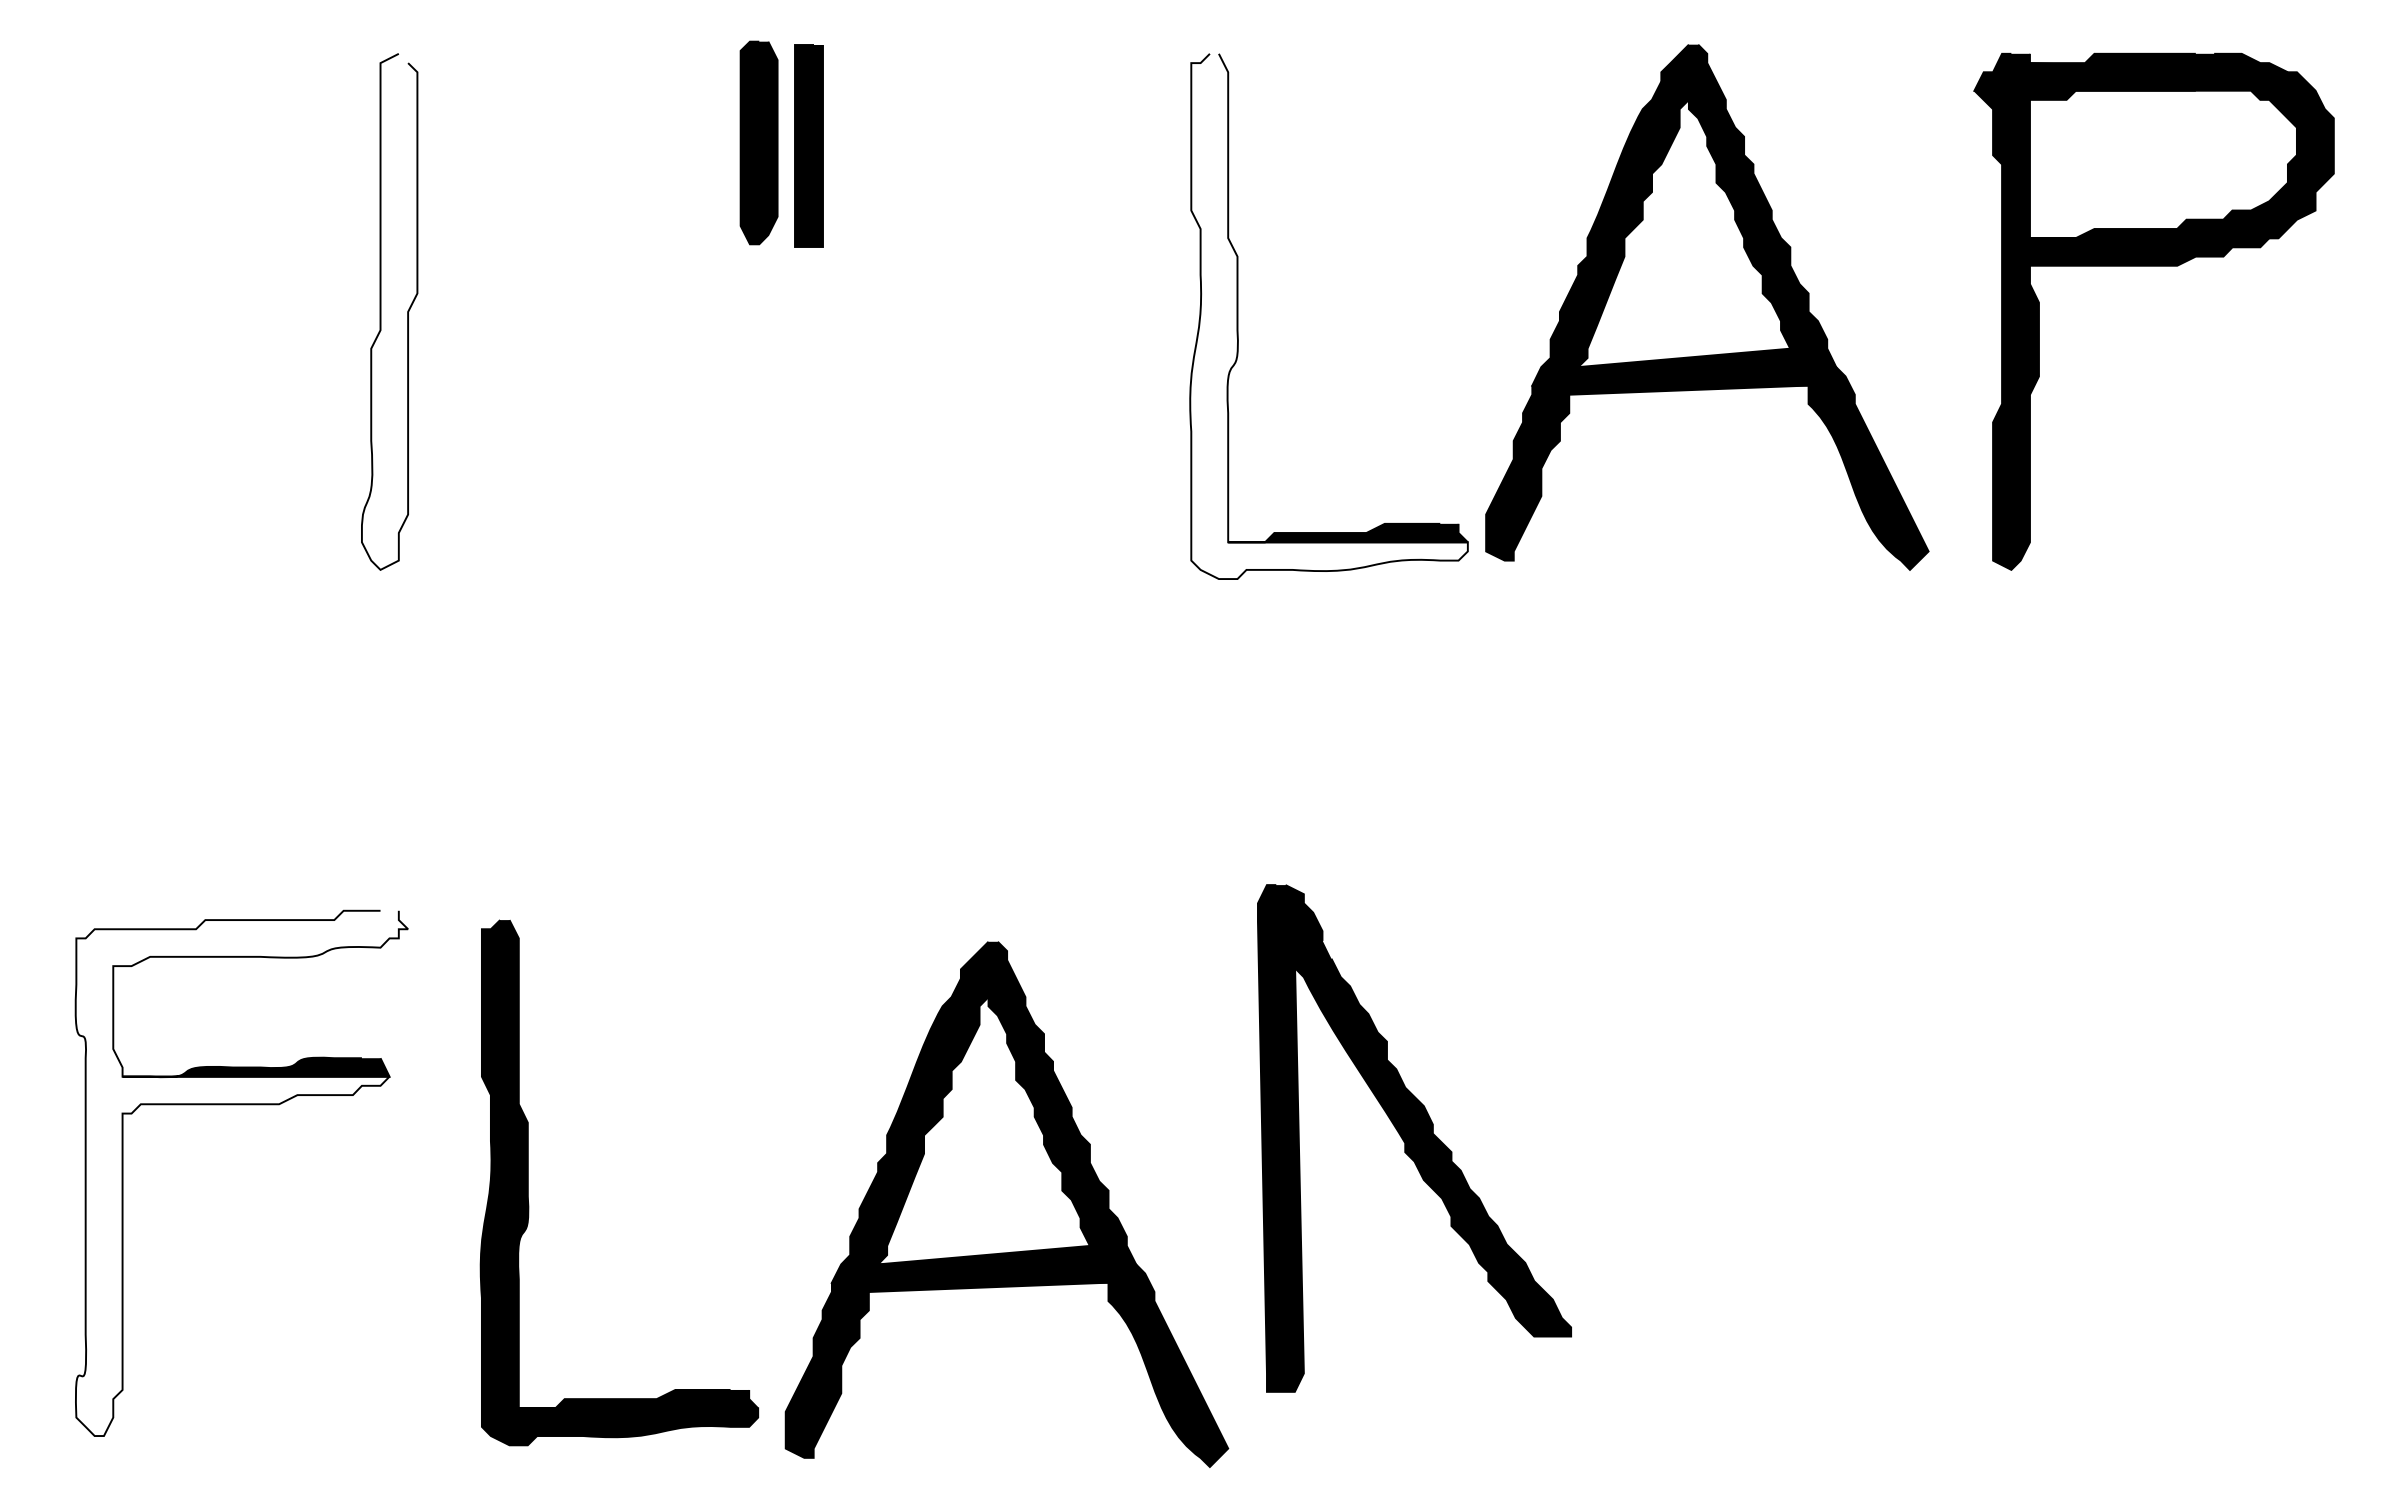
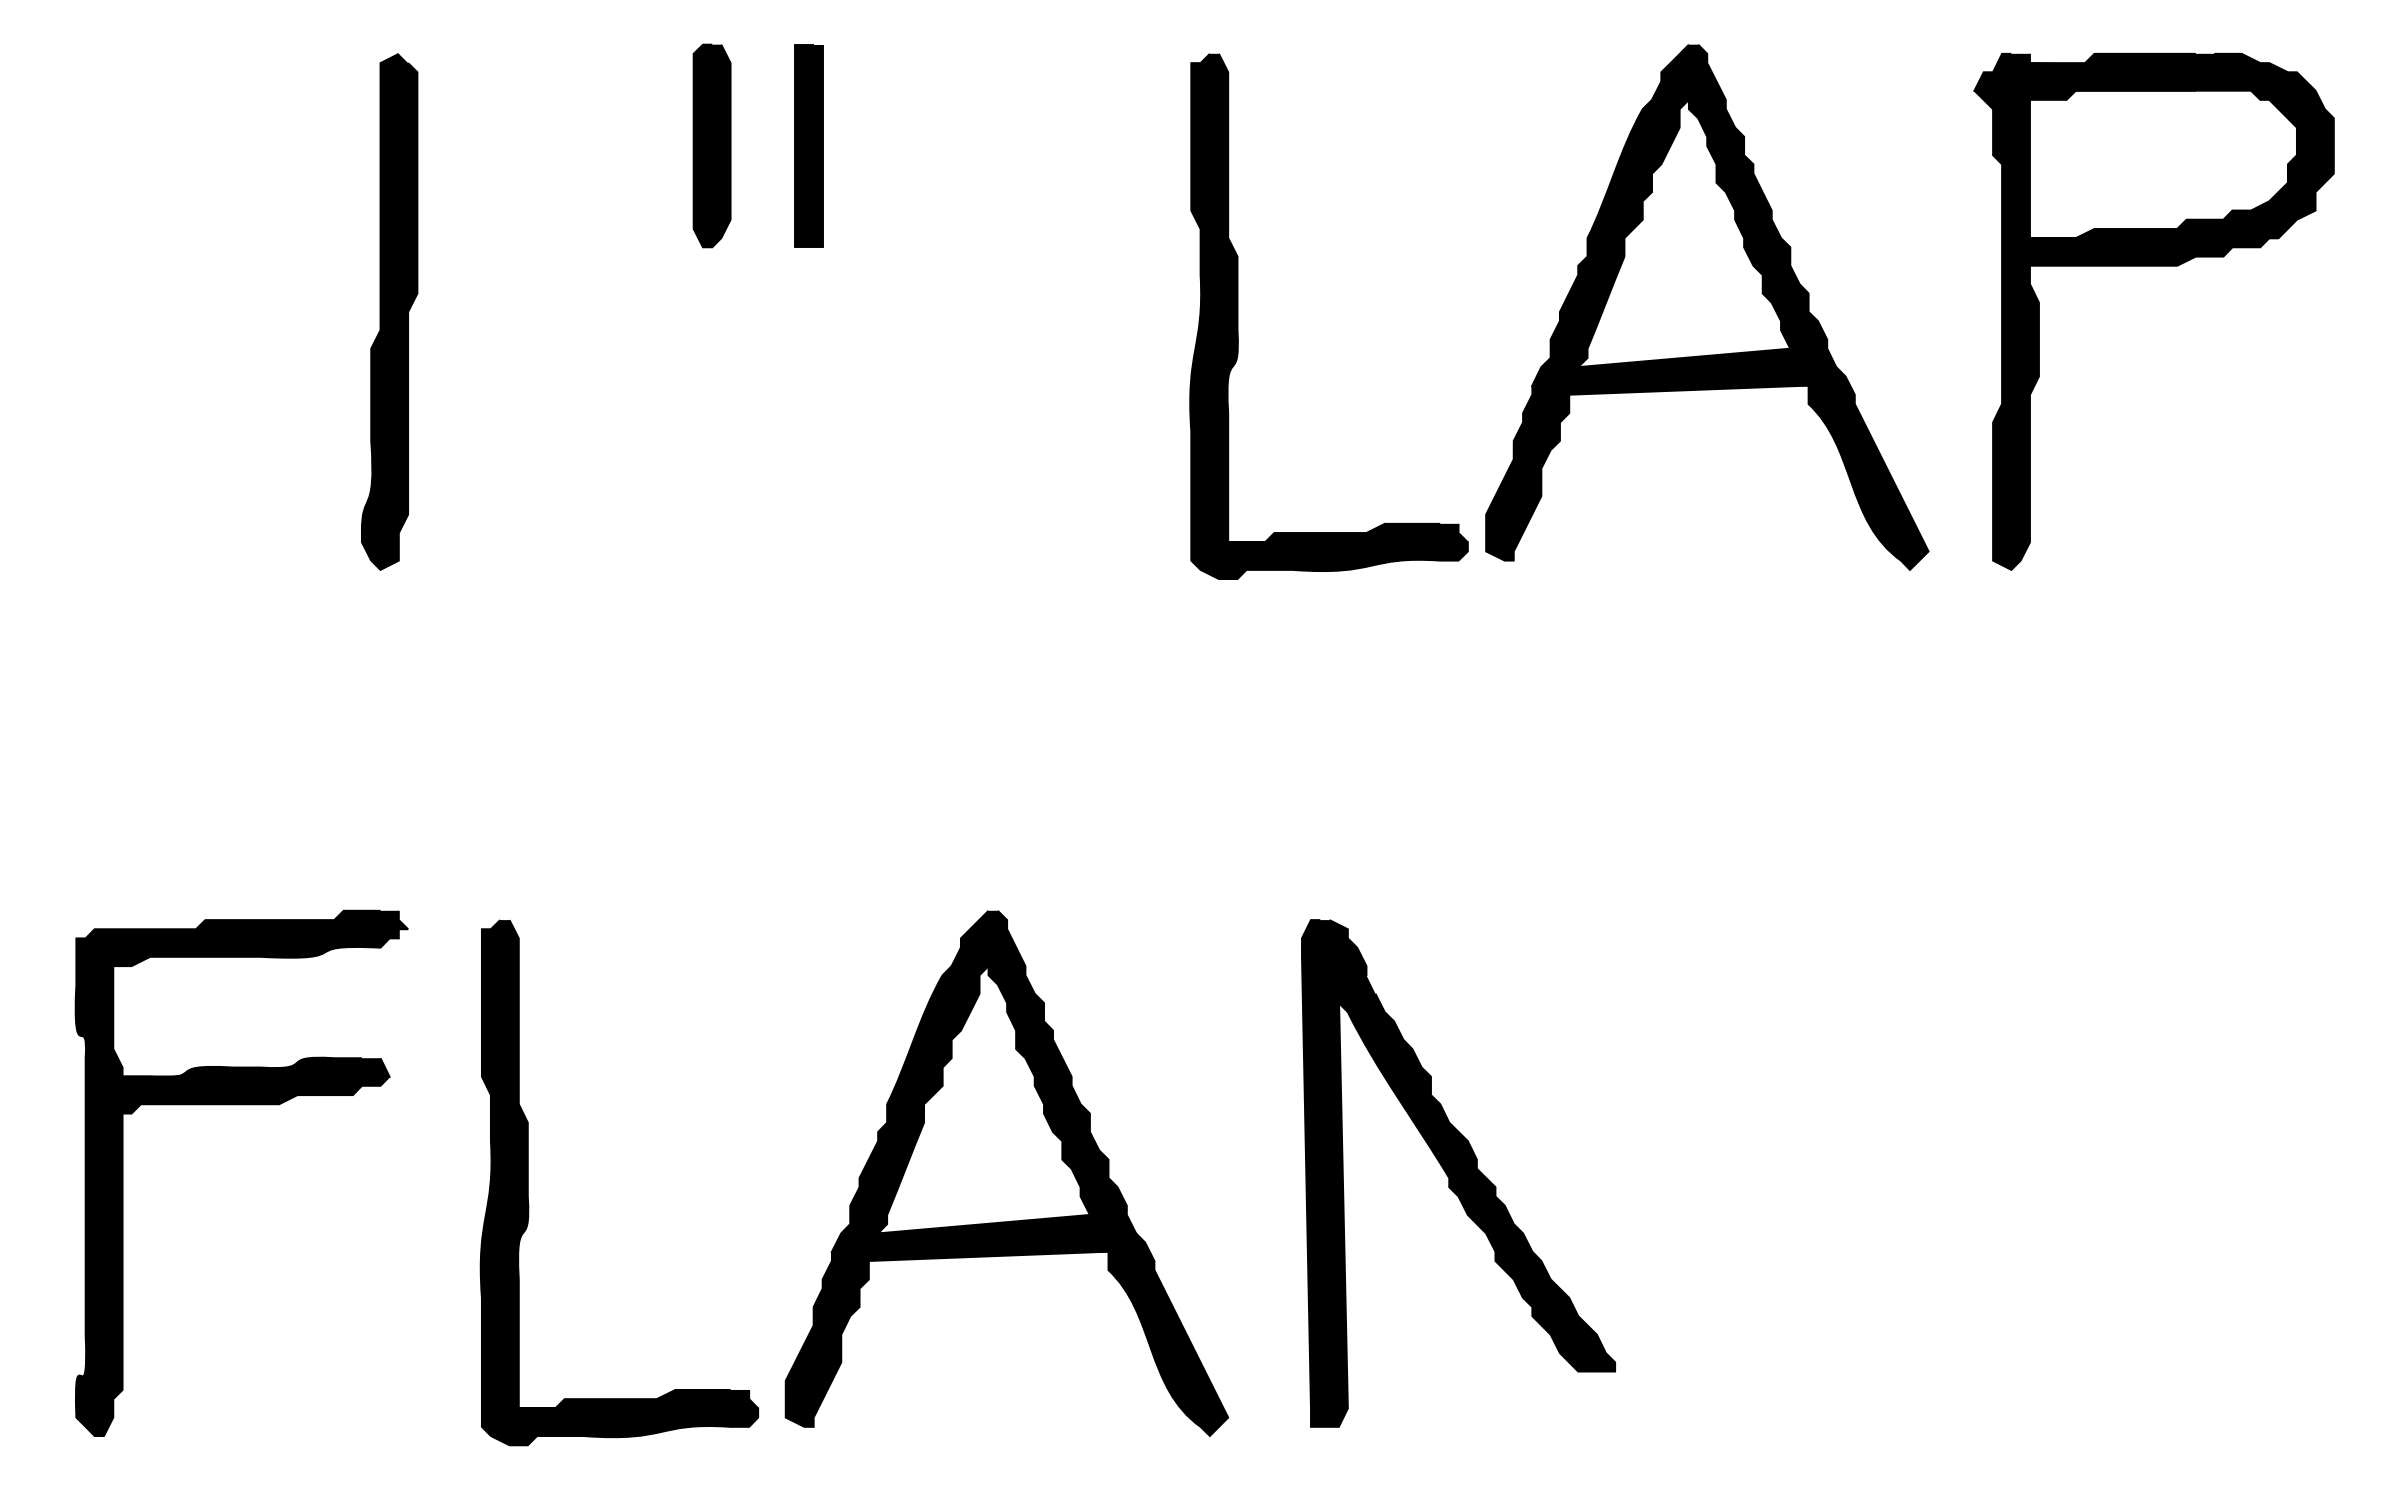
part at (758, 142) position: (758, 142) -> (711, 145)
fill at (389, 311): none -> present
fill at (1328, 316): none -> present
part at (1414, 1138) position: (1414, 1138) -> (1458, 1173)
fill at (241, 1173): none -> present
part at (1006, 1204) position: (1006, 1204) -> (1006, 1173)
